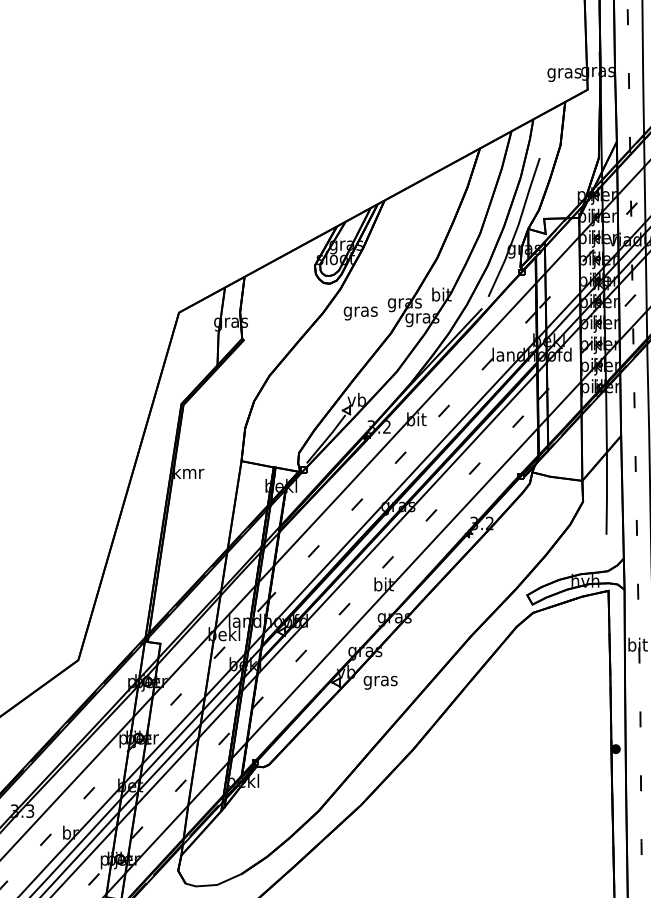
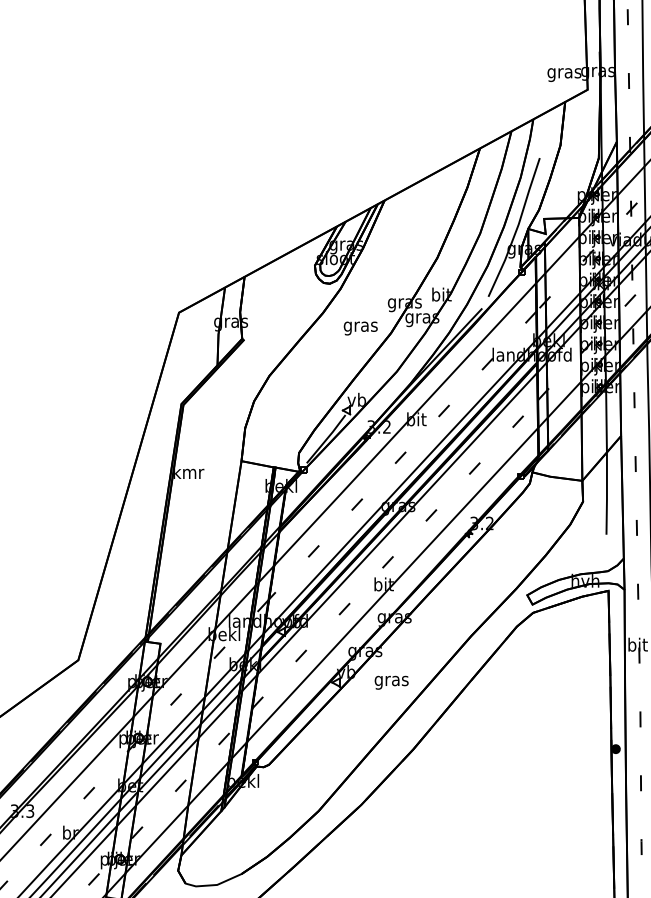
text at (360, 313) position: (360, 313) -> (360, 328)
text at (380, 682) position: (380, 682) -> (391, 682)
